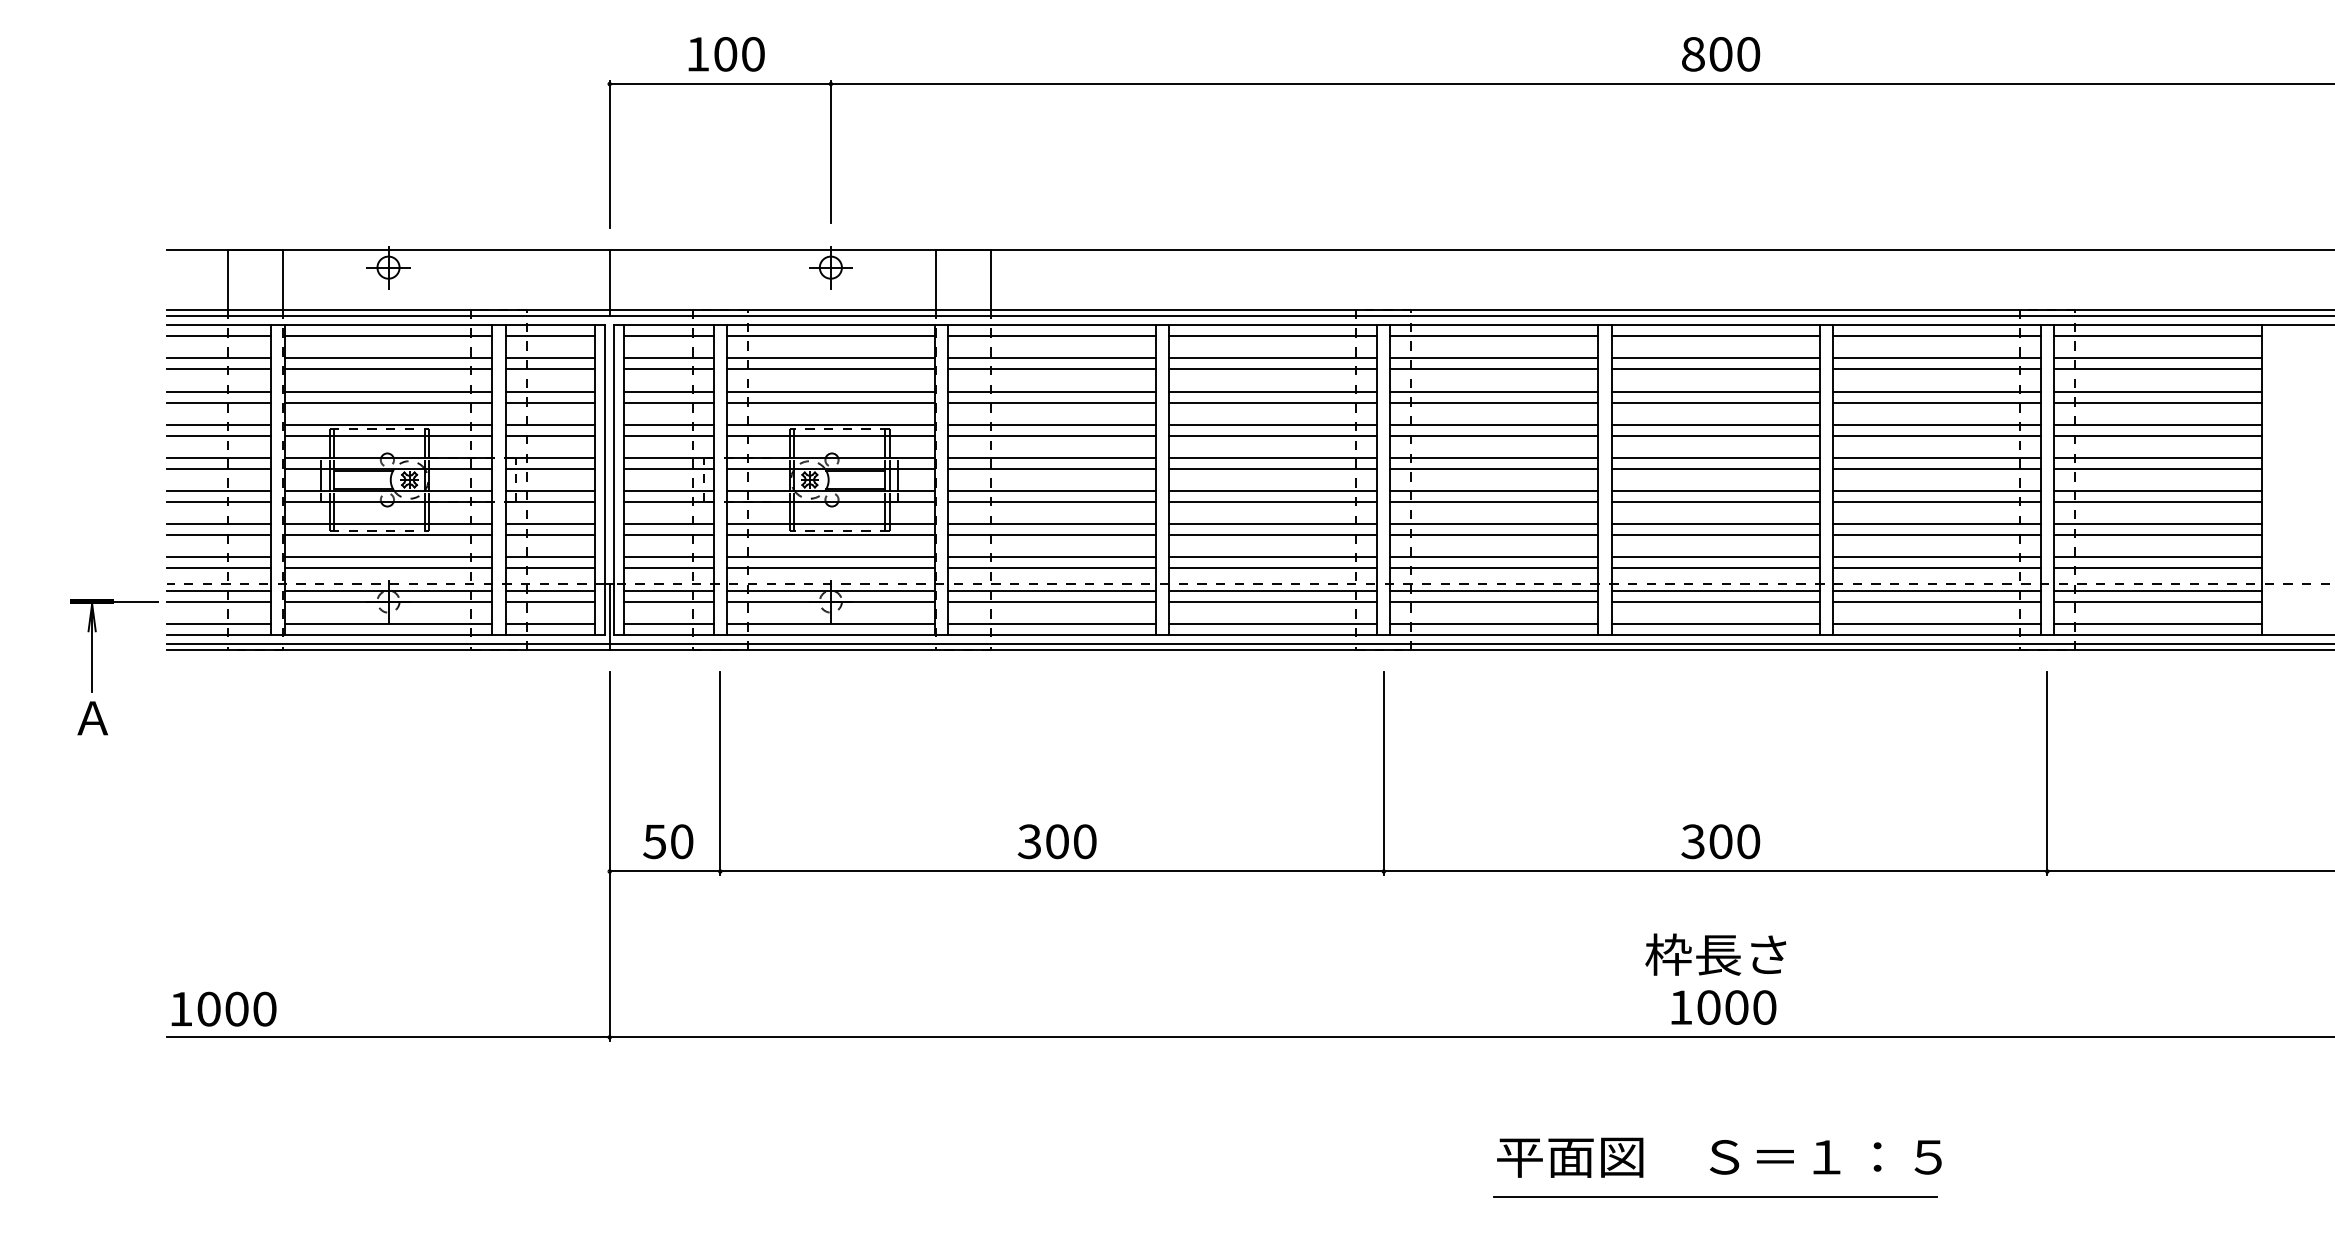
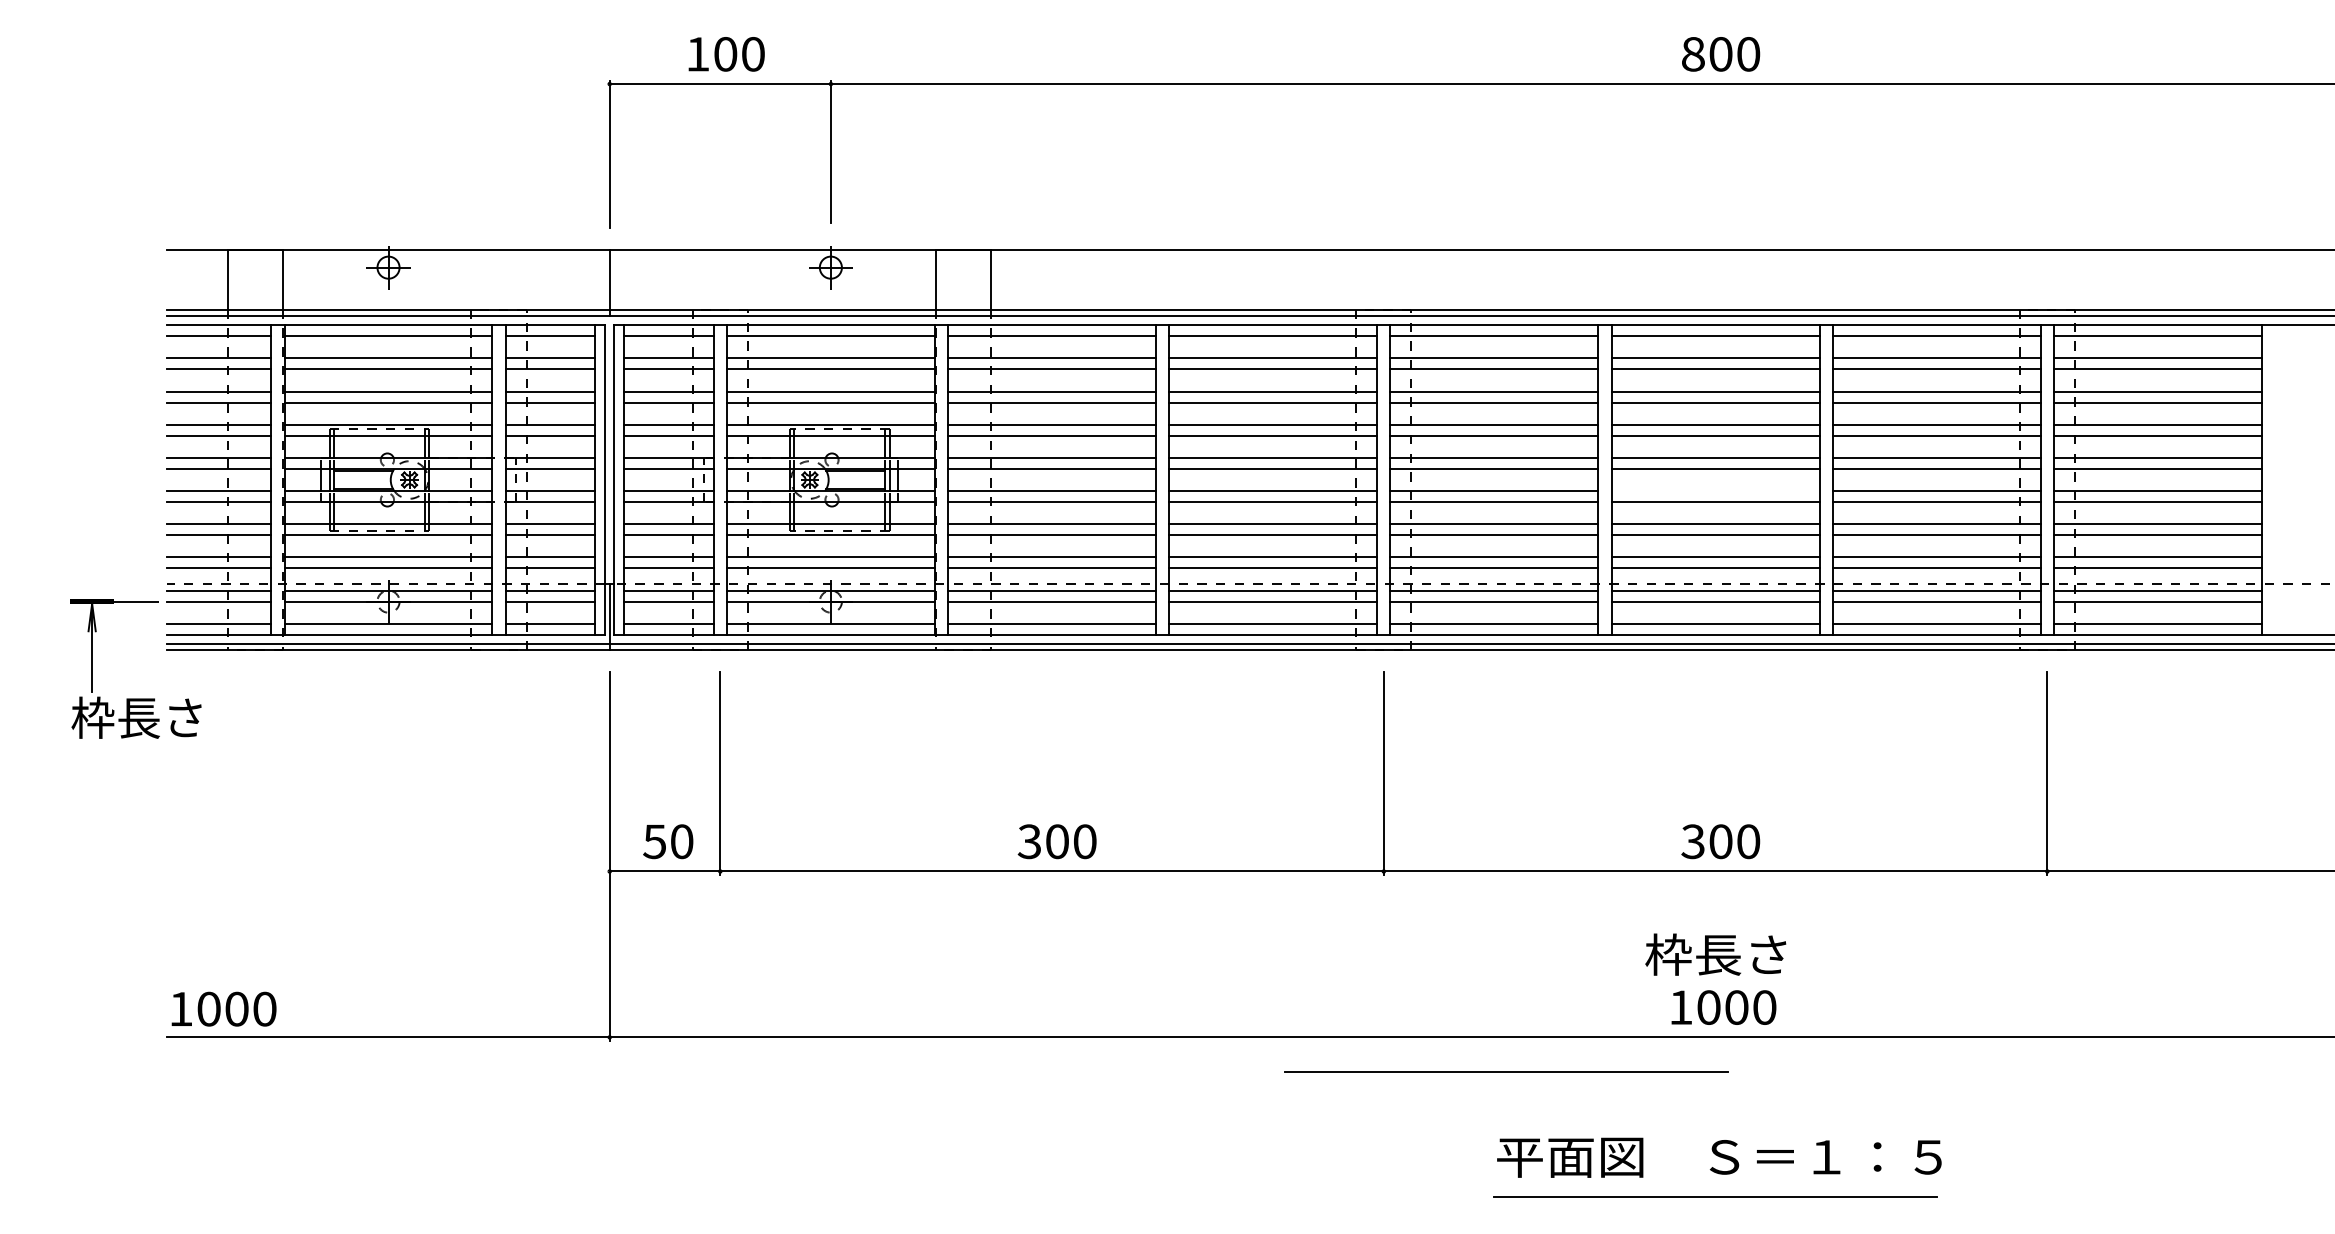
line at (1715, 491): present -> none
text at (136, 717): Ａ -> 枠長さ
line at (1506, 1071): none -> present
